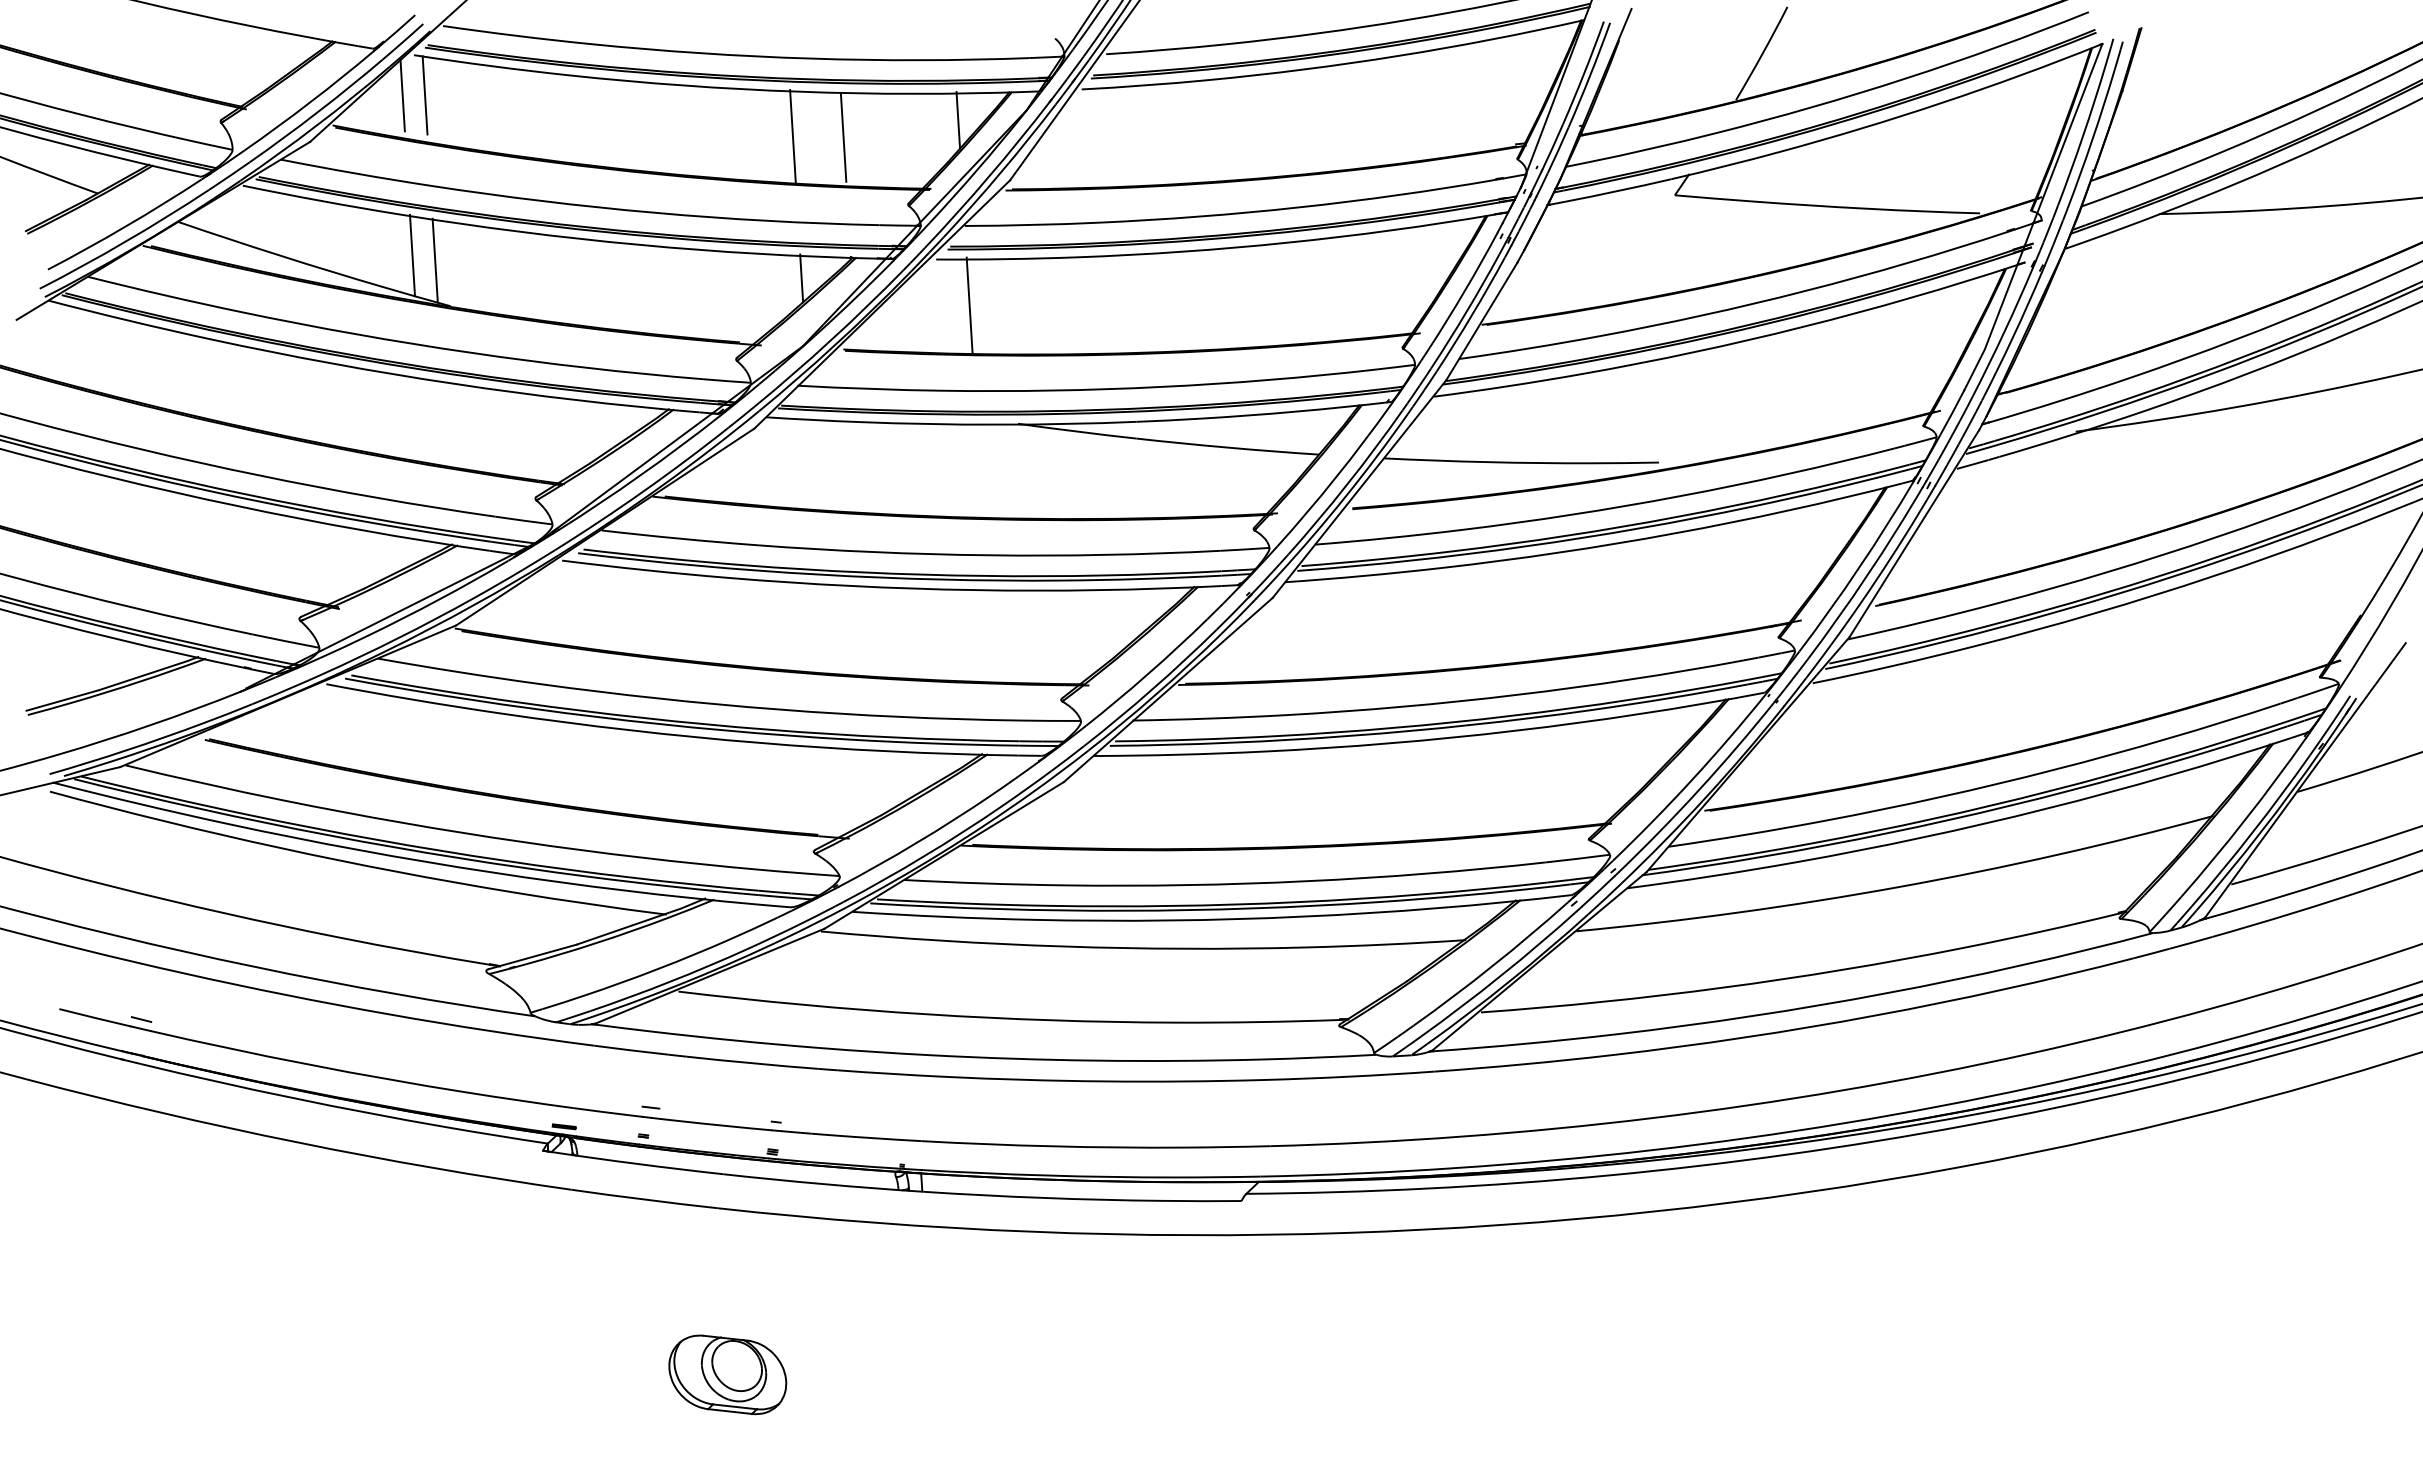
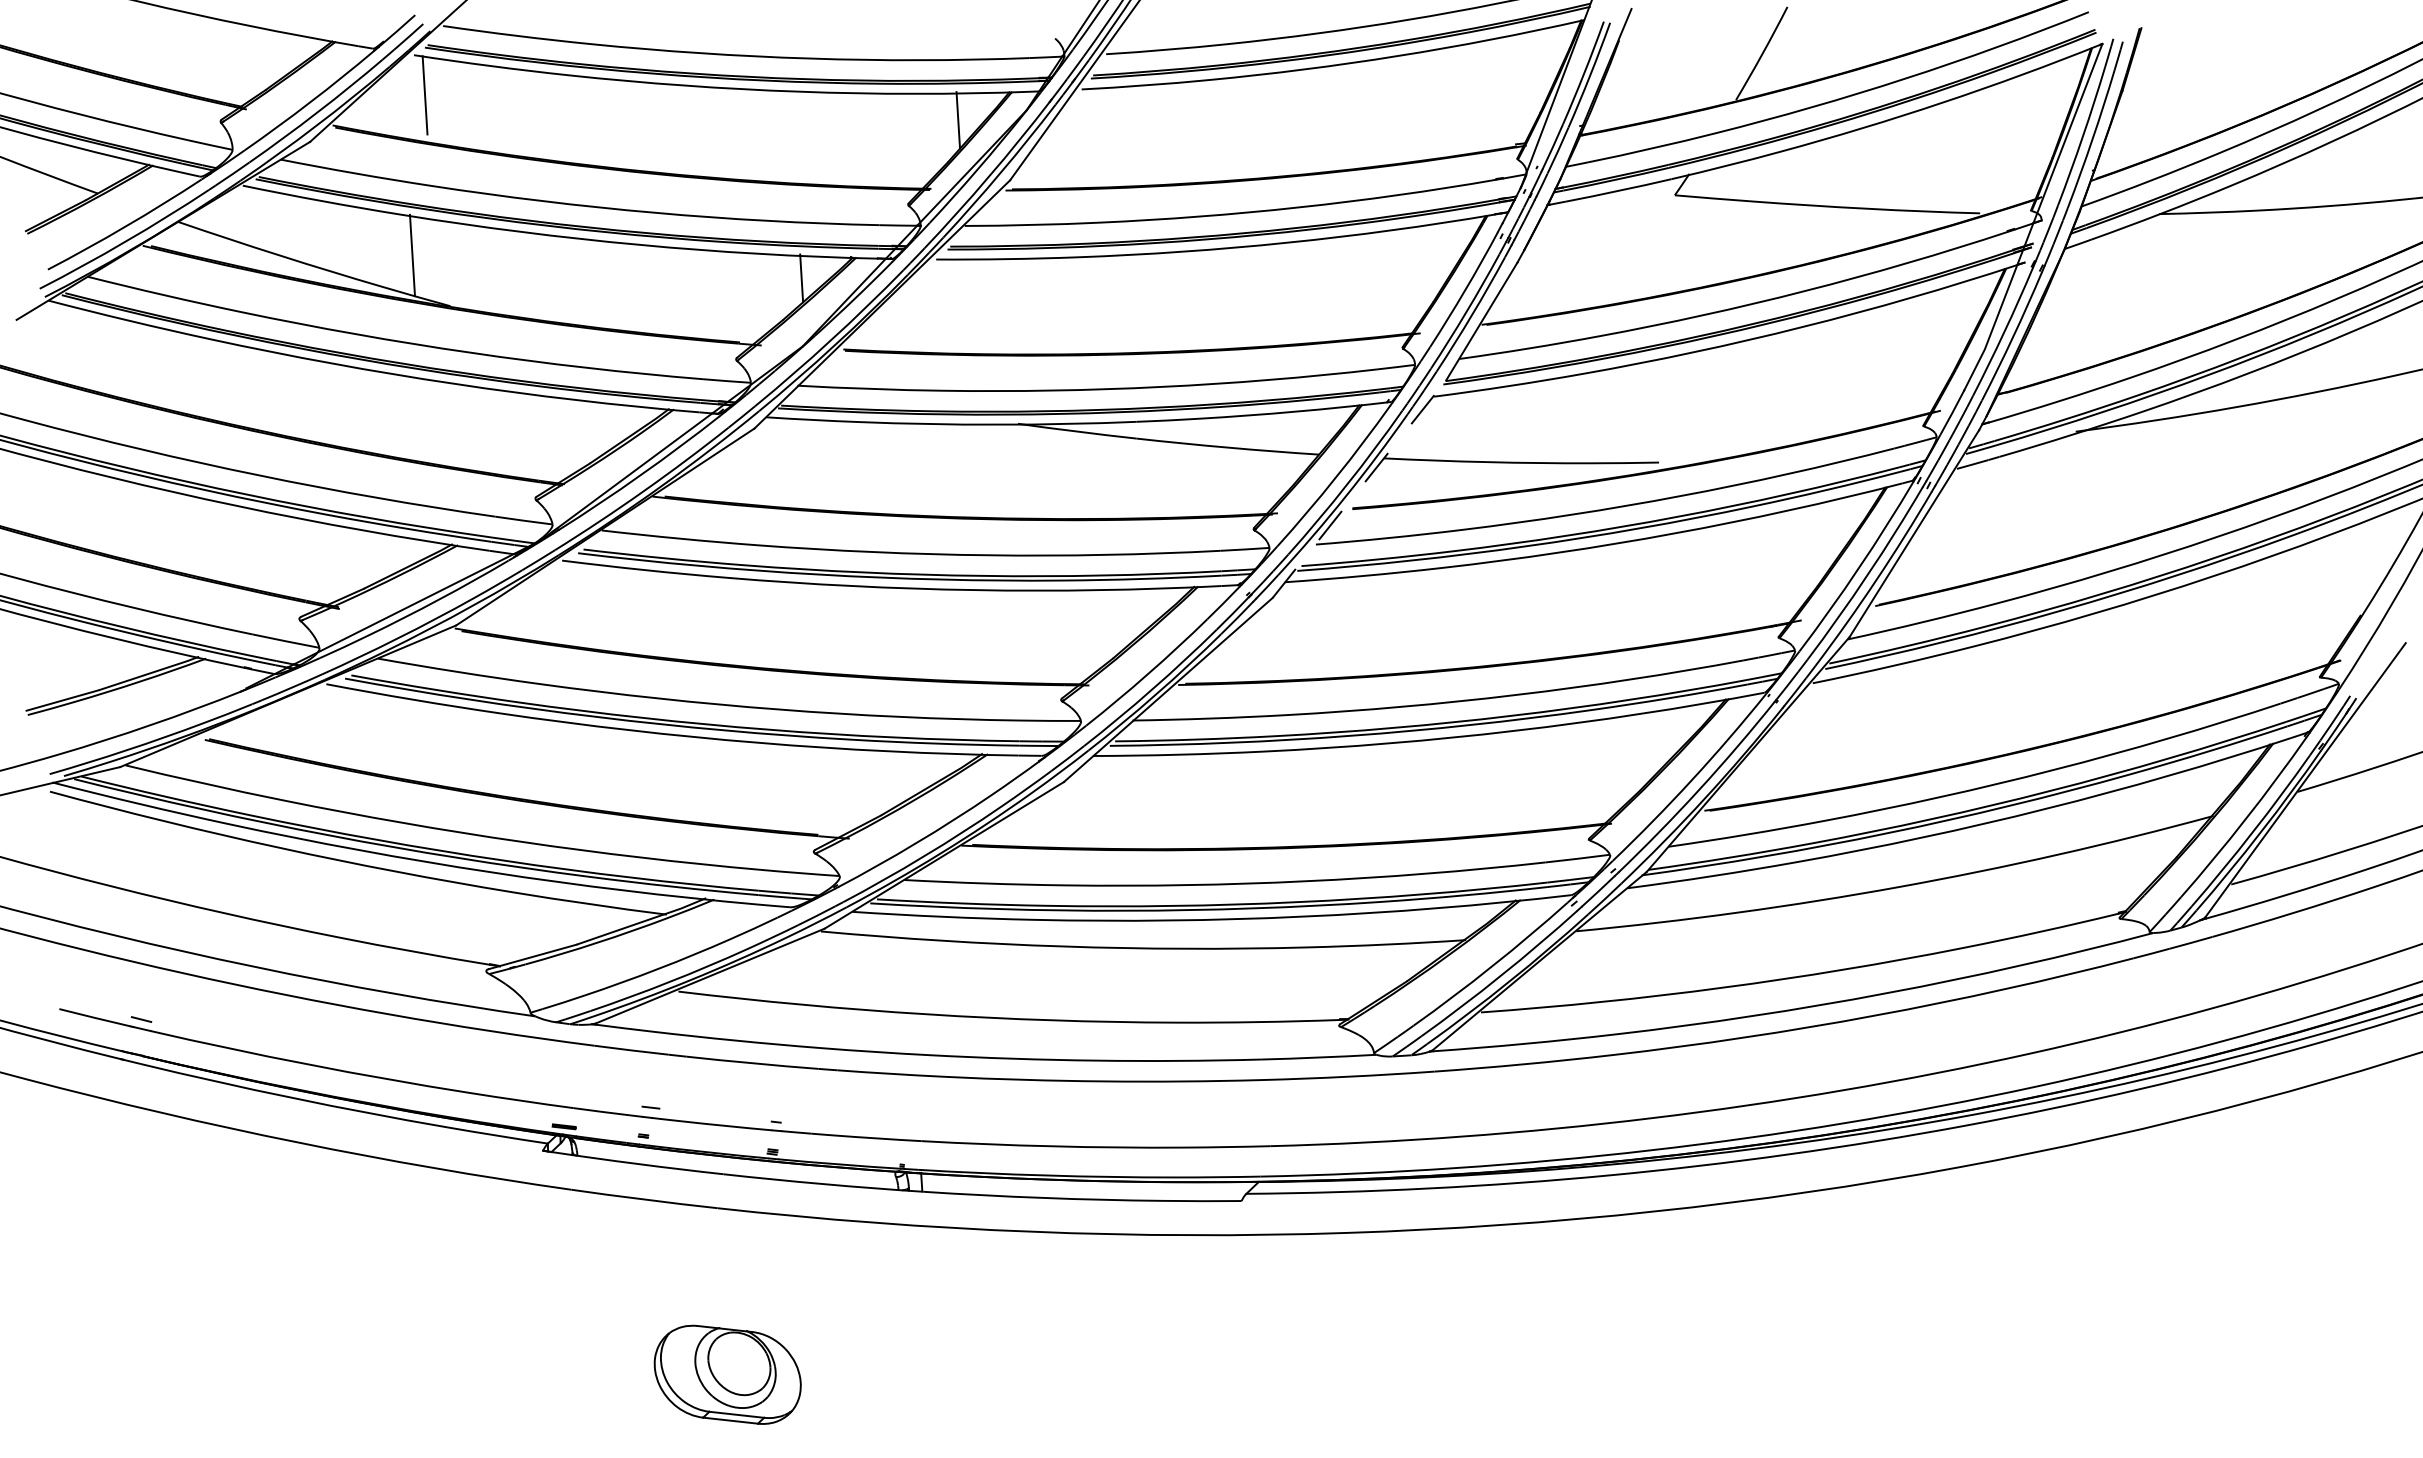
line at (402, 95): present -> none
line at (792, 136): present -> none
line at (843, 136): present -> none
line at (434, 260): present -> none
line at (969, 305): present -> none
line at (1359, 488): solid -> dashed
part at (727, 1374) size: 120x82 px -> 149x101 px
